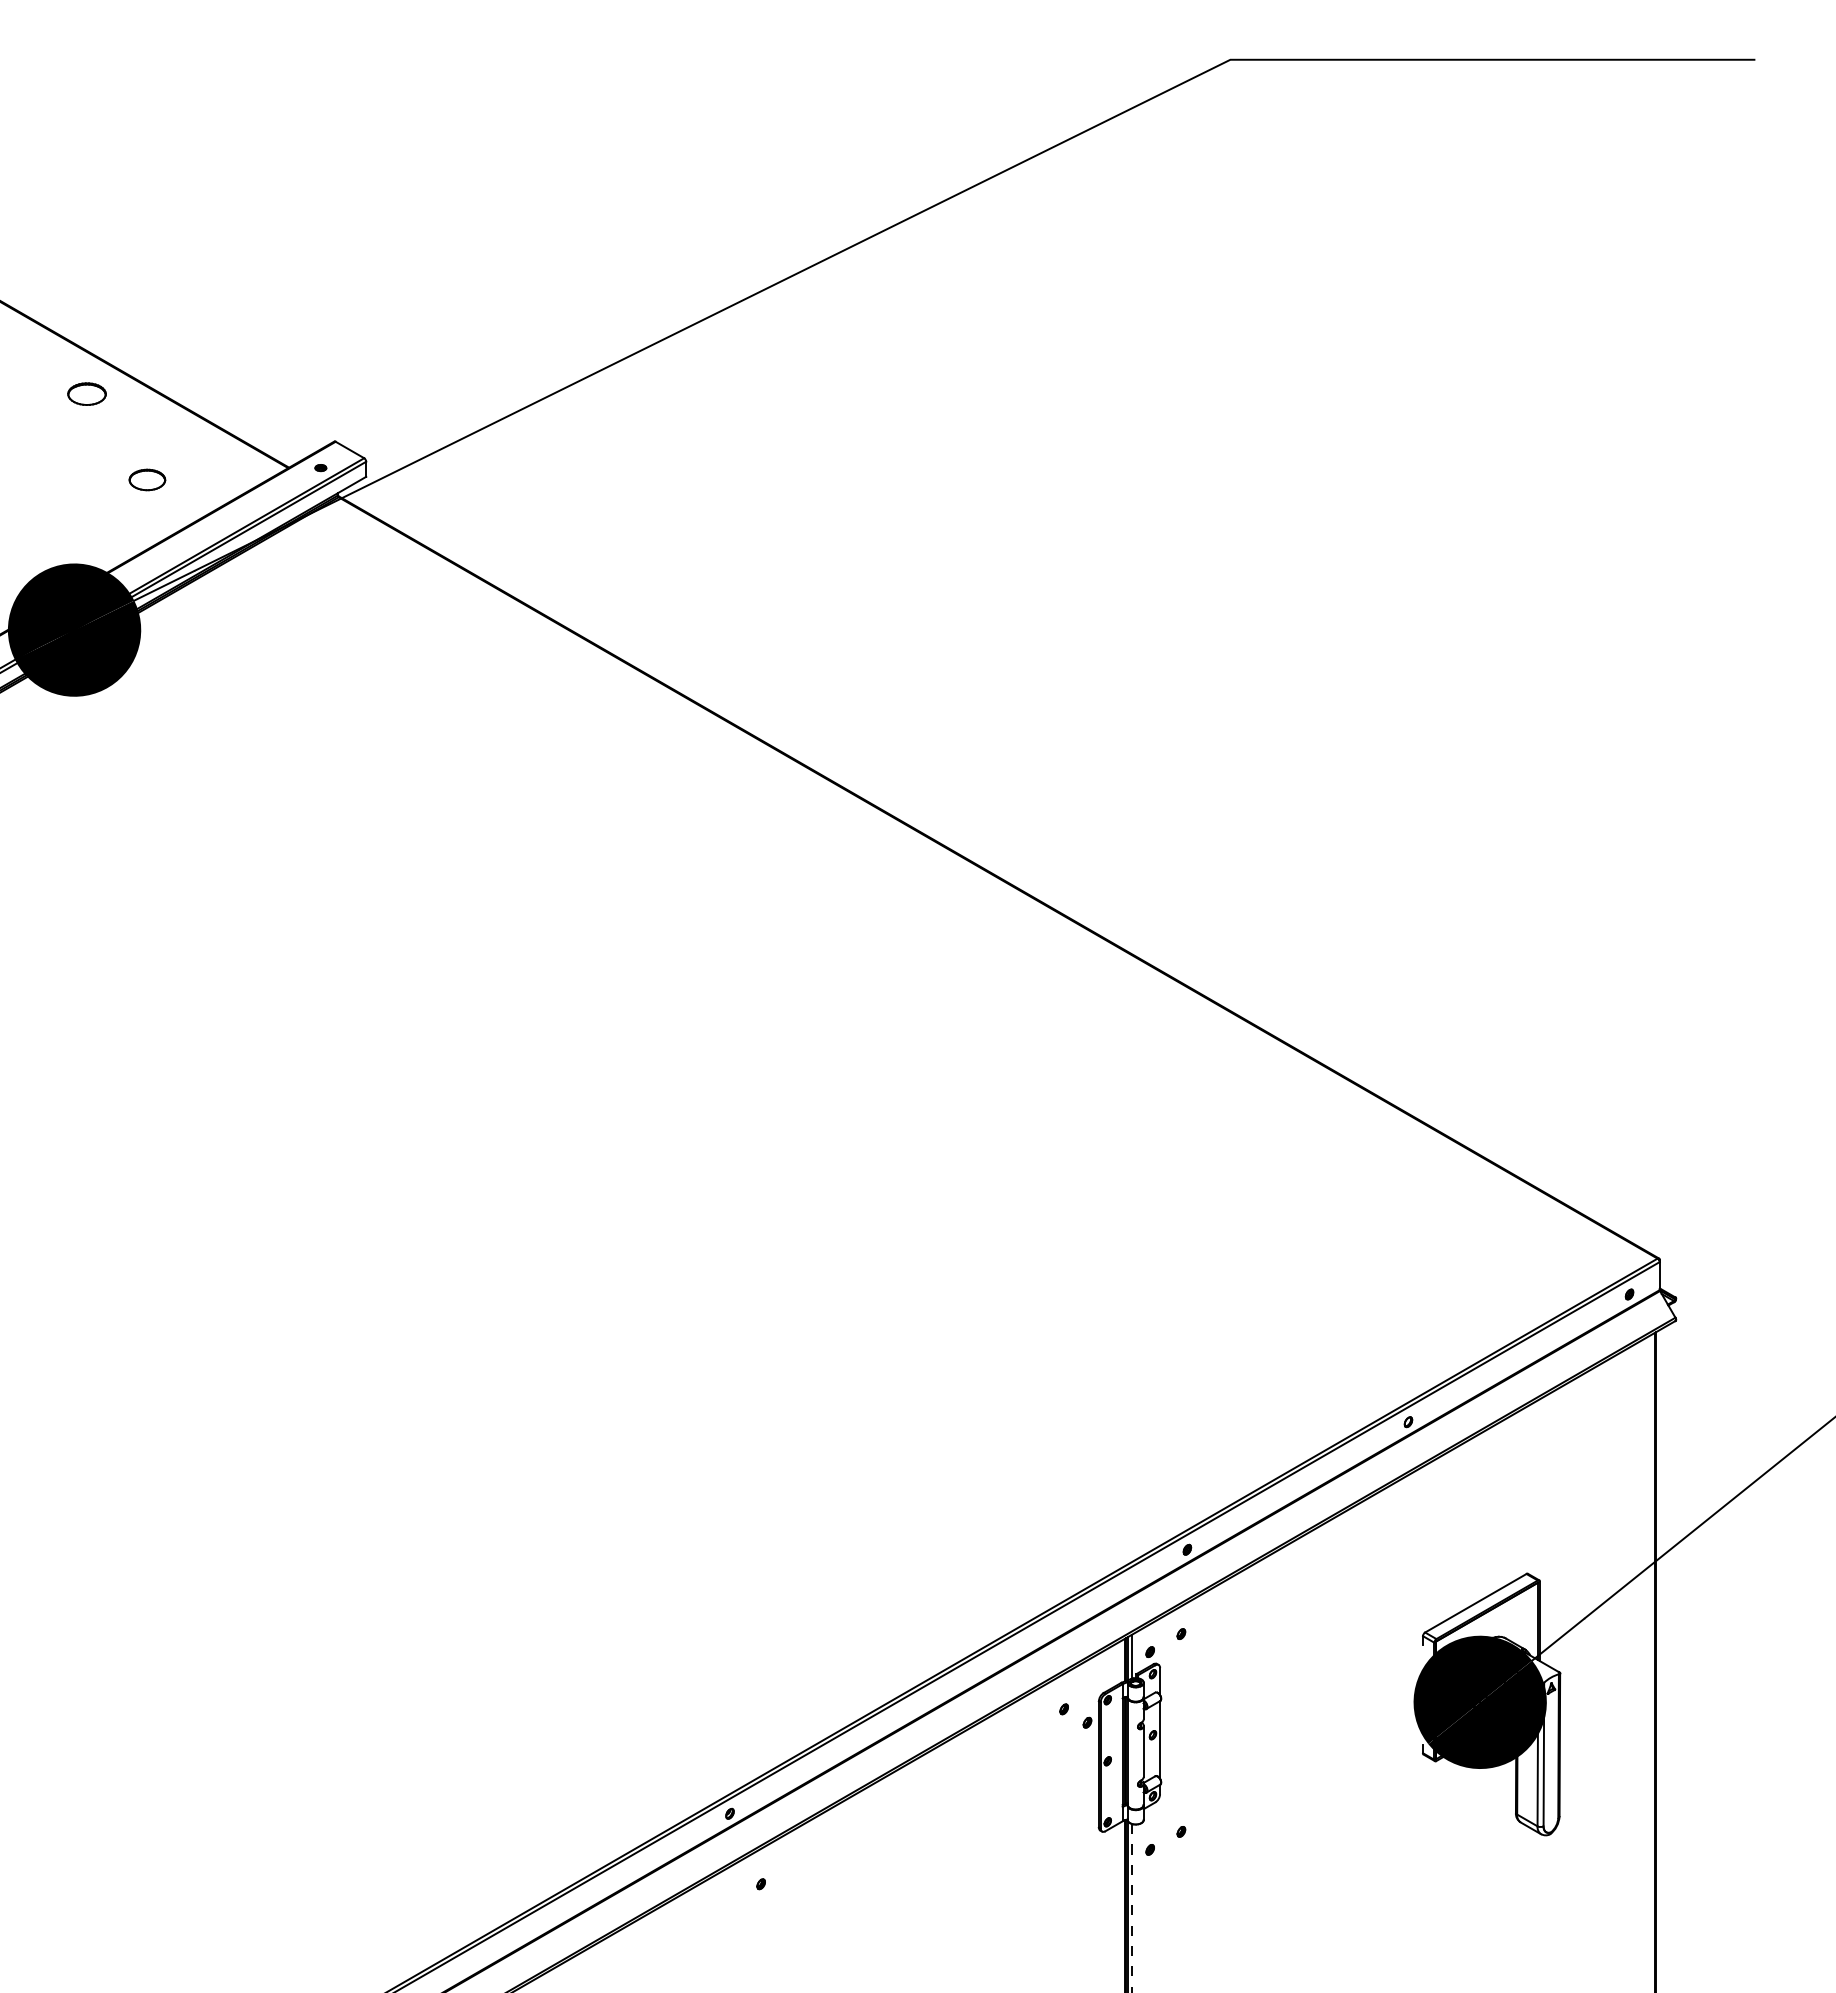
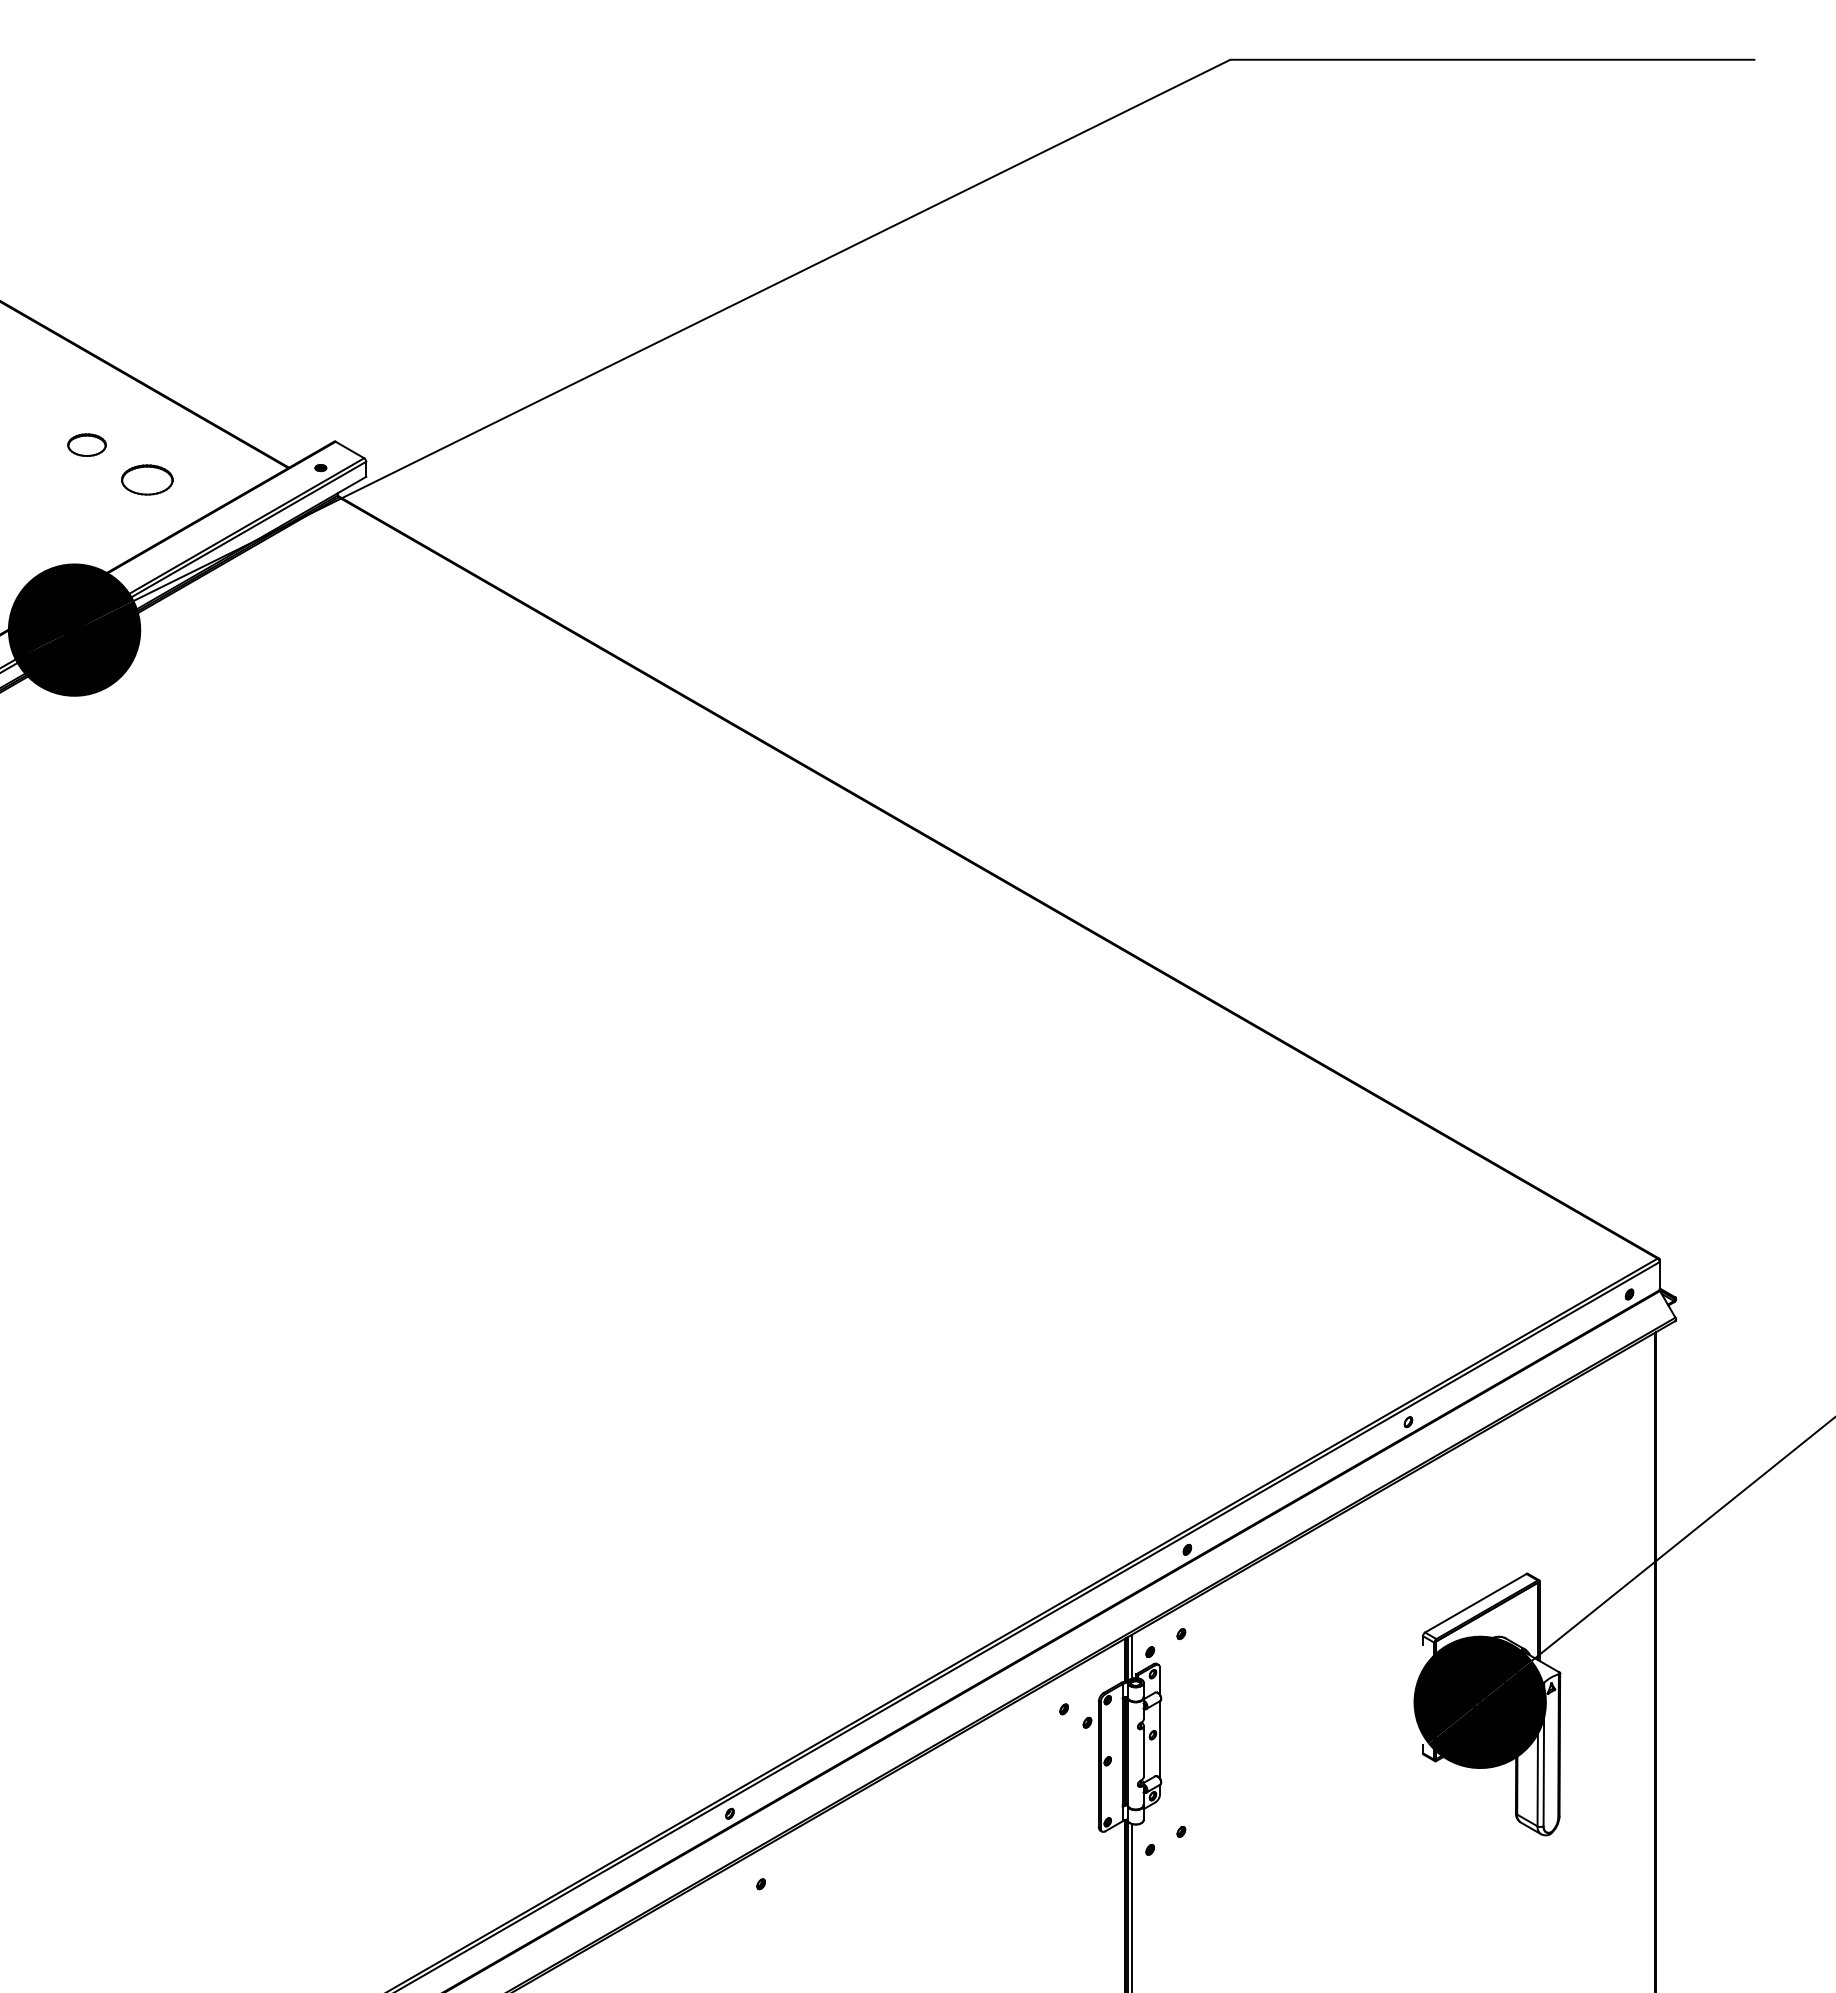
part at (86, 393) position: (86, 393) -> (86, 444)
part at (147, 479) size: 39x24 px -> 53x32 px
line at (1132, 1908): dashed -> solid
